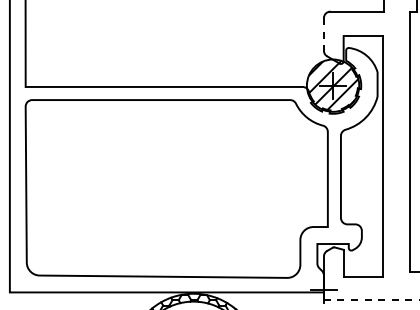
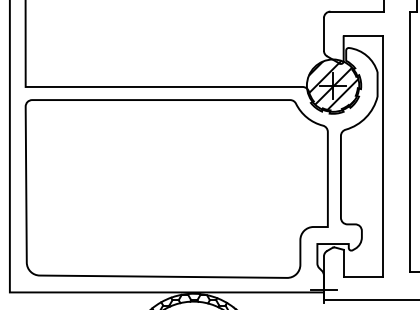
line at (323, 34): dashed -> solid
line at (371, 299): dashed -> solid
